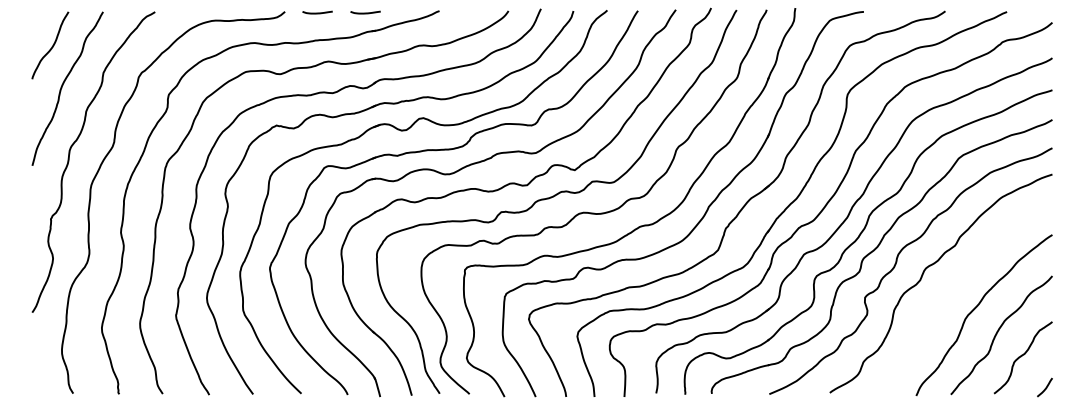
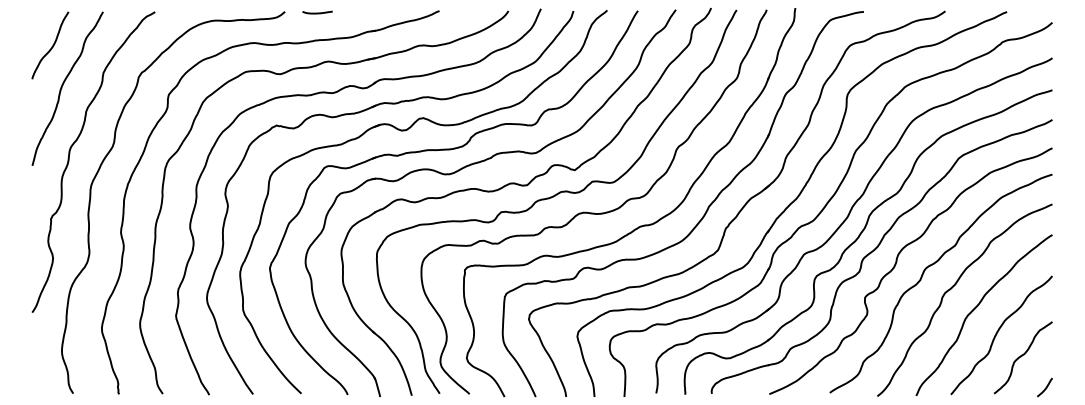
line at (365, 12): present -> none
curve at (953, 287): none -> present
